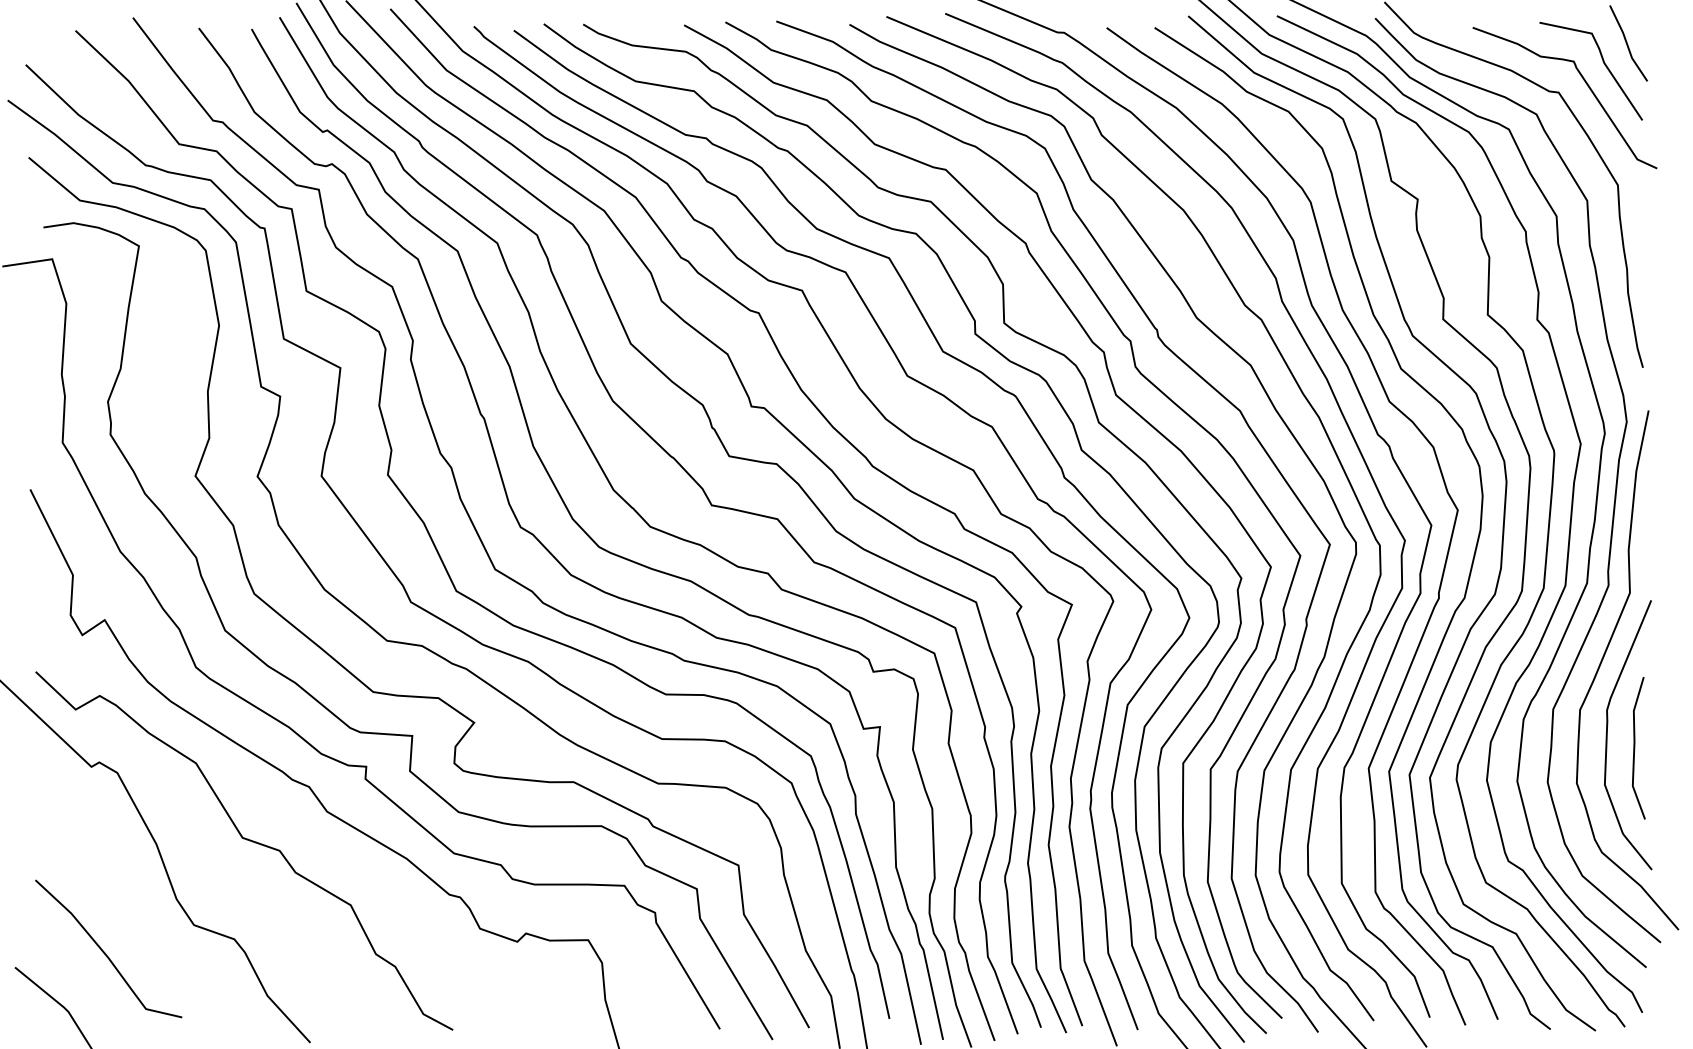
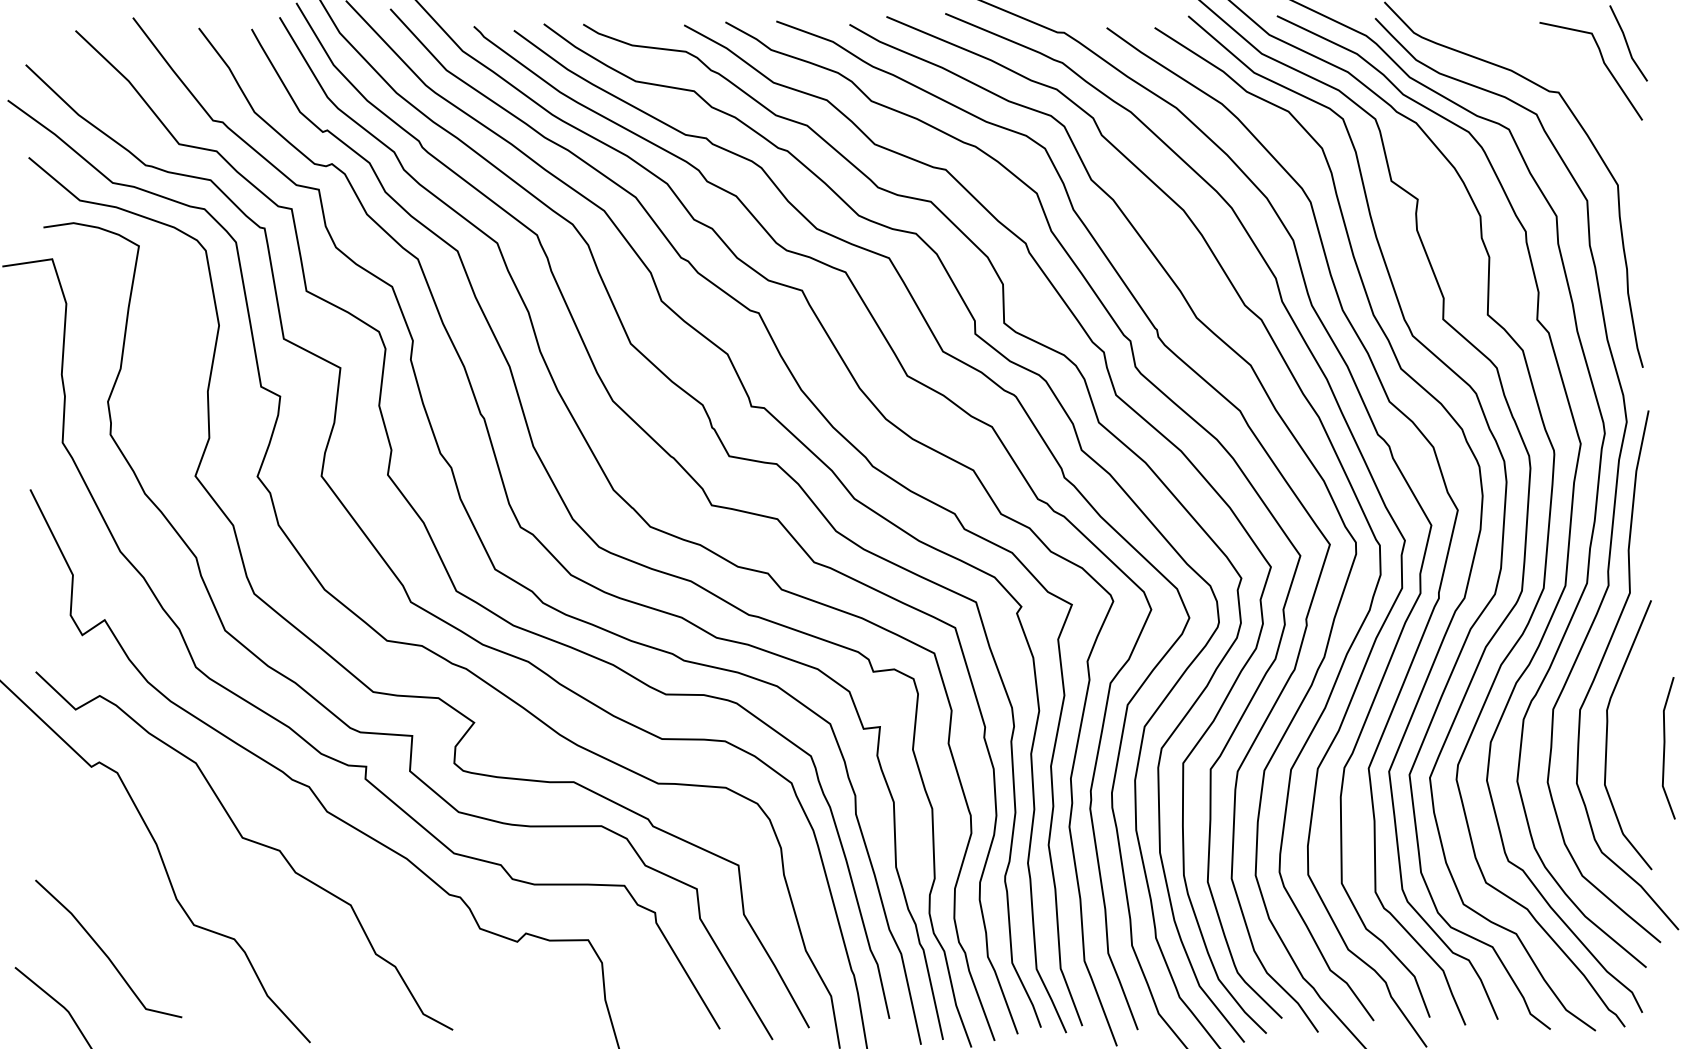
curve at (1585, 83): present -> none
line at (1635, 748) position: (1635, 748) -> (1665, 748)
